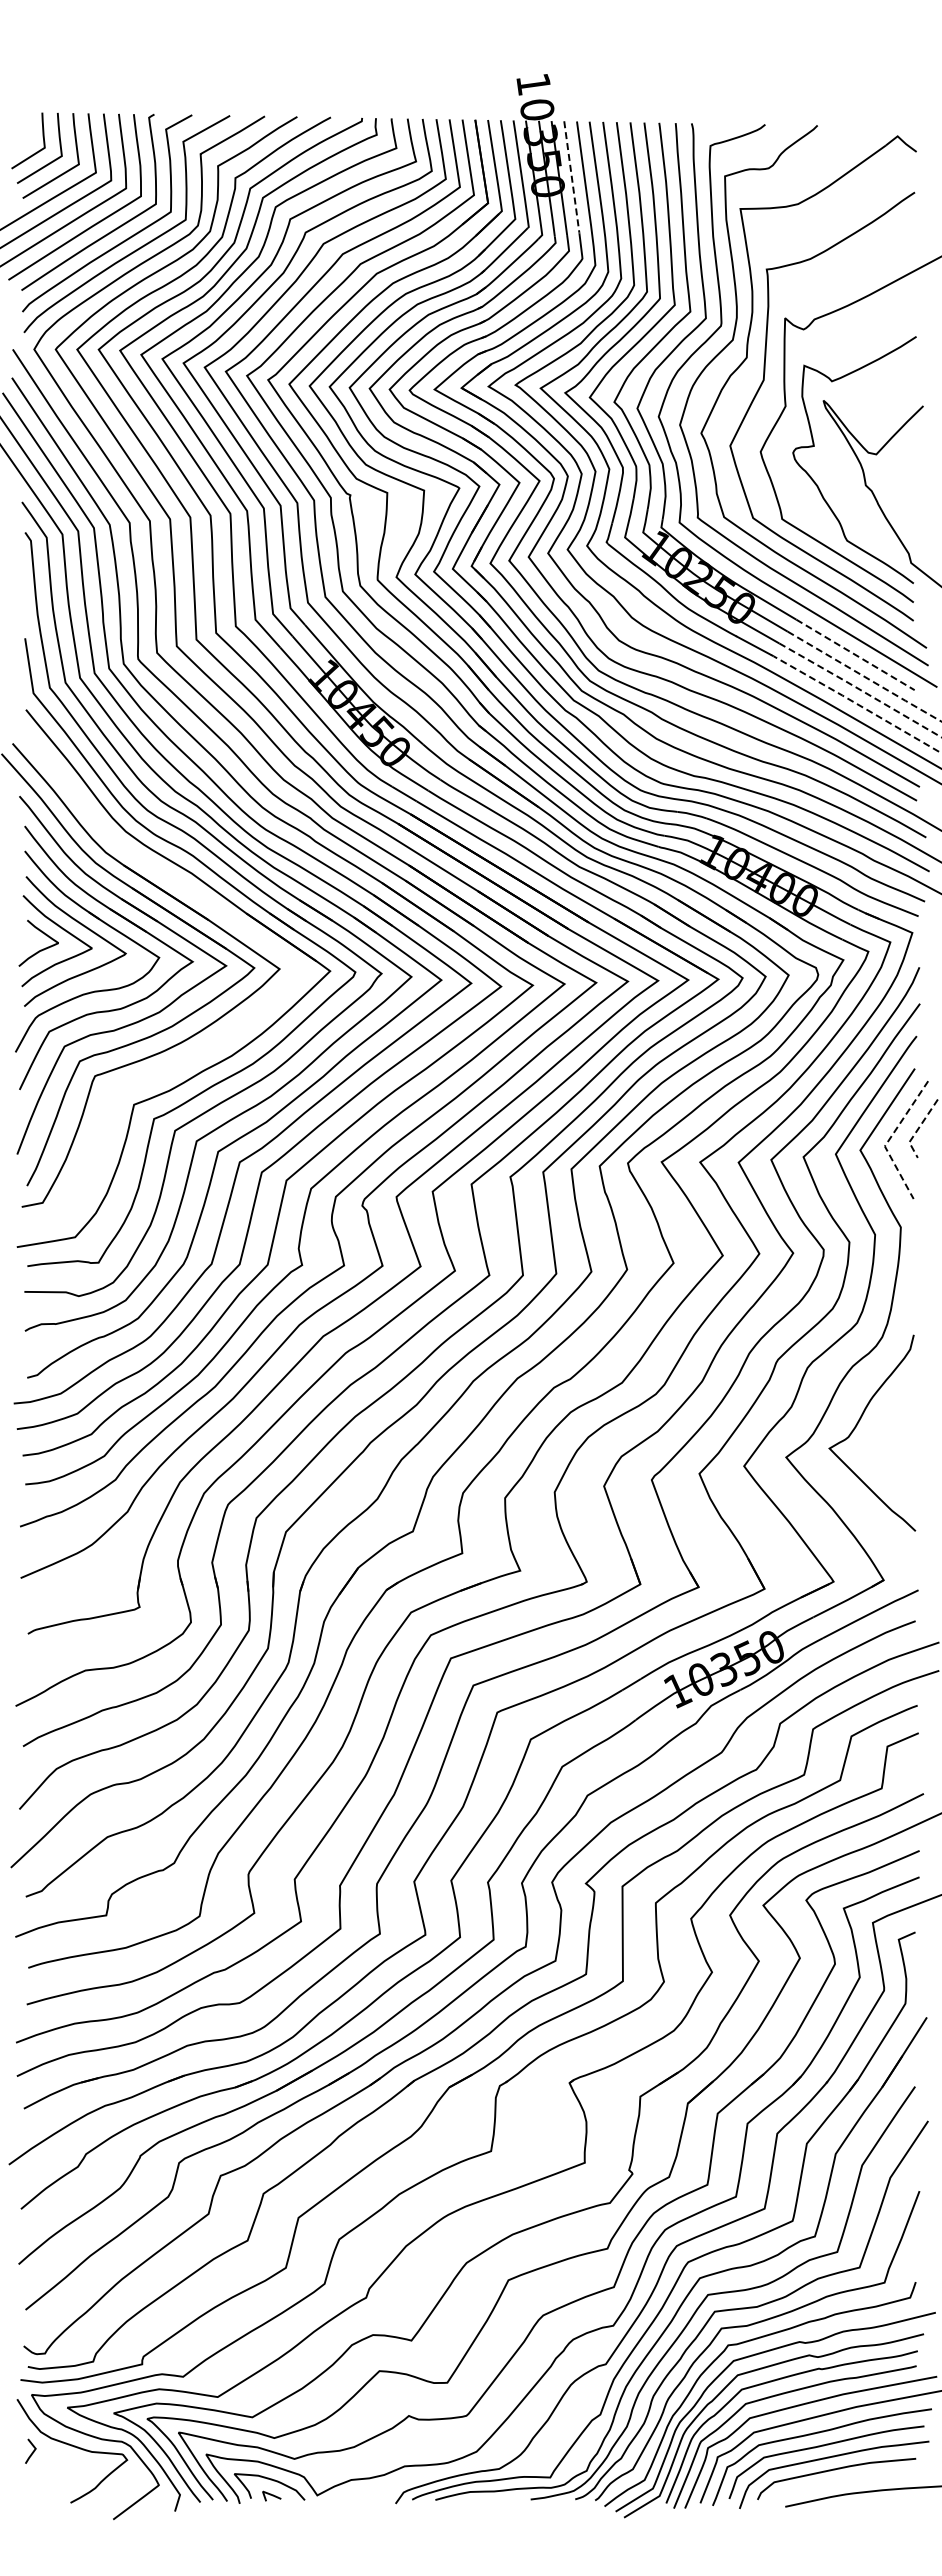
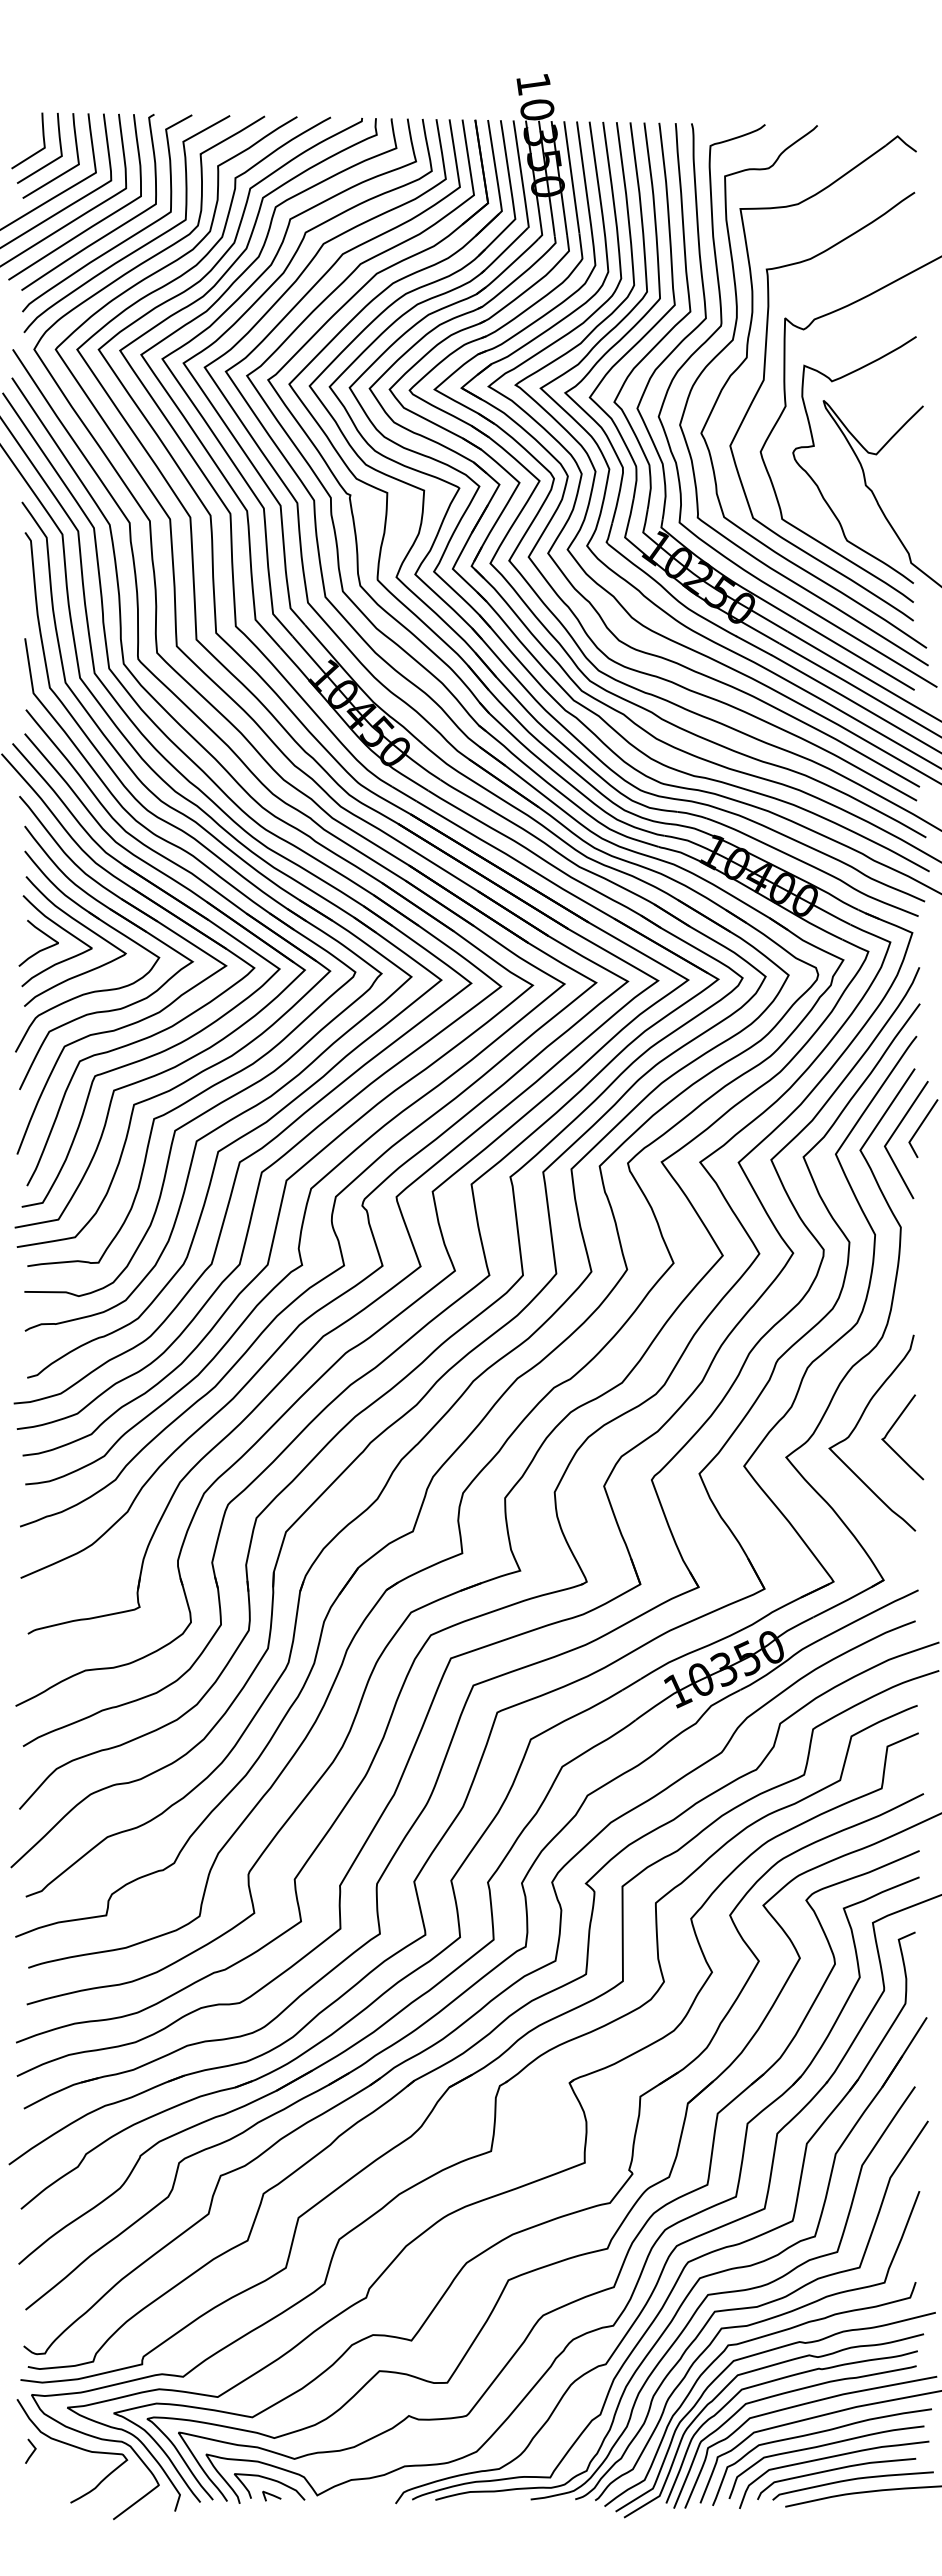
line at (571, 178): dashed -> solid
line at (855, 654): dashed -> solid
line at (865, 677): dashed -> solid
line at (860, 689): dashed -> solid
line at (855, 703): dashed -> solid
part at (200, 1051): none -> present
line at (918, 1129): dashed -> solid
line at (889, 1139): dashed -> solid
curve at (892, 1428): none -> present
curve at (852, 2480): none -> present
